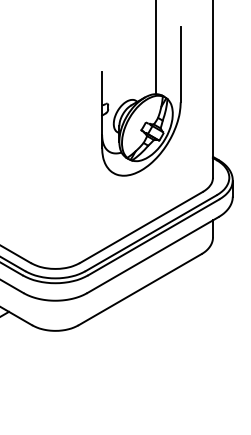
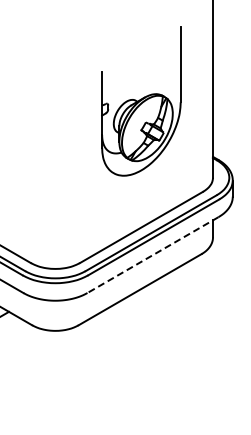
line at (156, 48): present -> none
line at (153, 255): solid -> dashed
